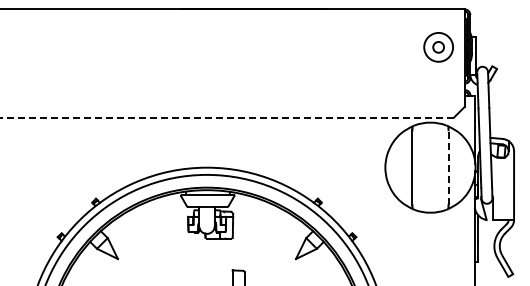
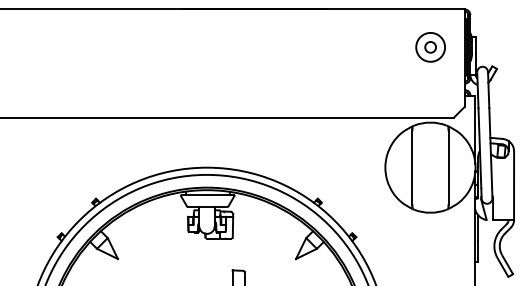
part at (438, 47) position: (438, 47) -> (430, 47)
line at (226, 117): dashed -> solid
line at (448, 167): dashed -> solid
